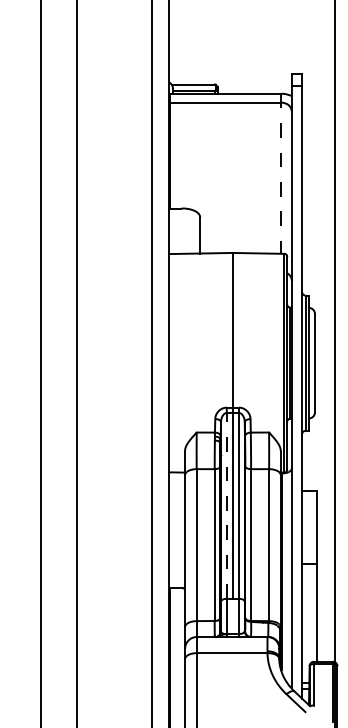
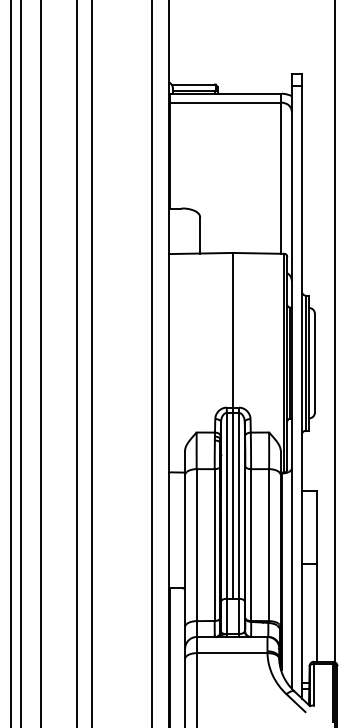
line at (281, 174): dashed -> solid
line at (10, 363): none -> present
line at (20, 363): none -> present
line at (92, 363): none -> present
line at (226, 505): dashed -> solid
